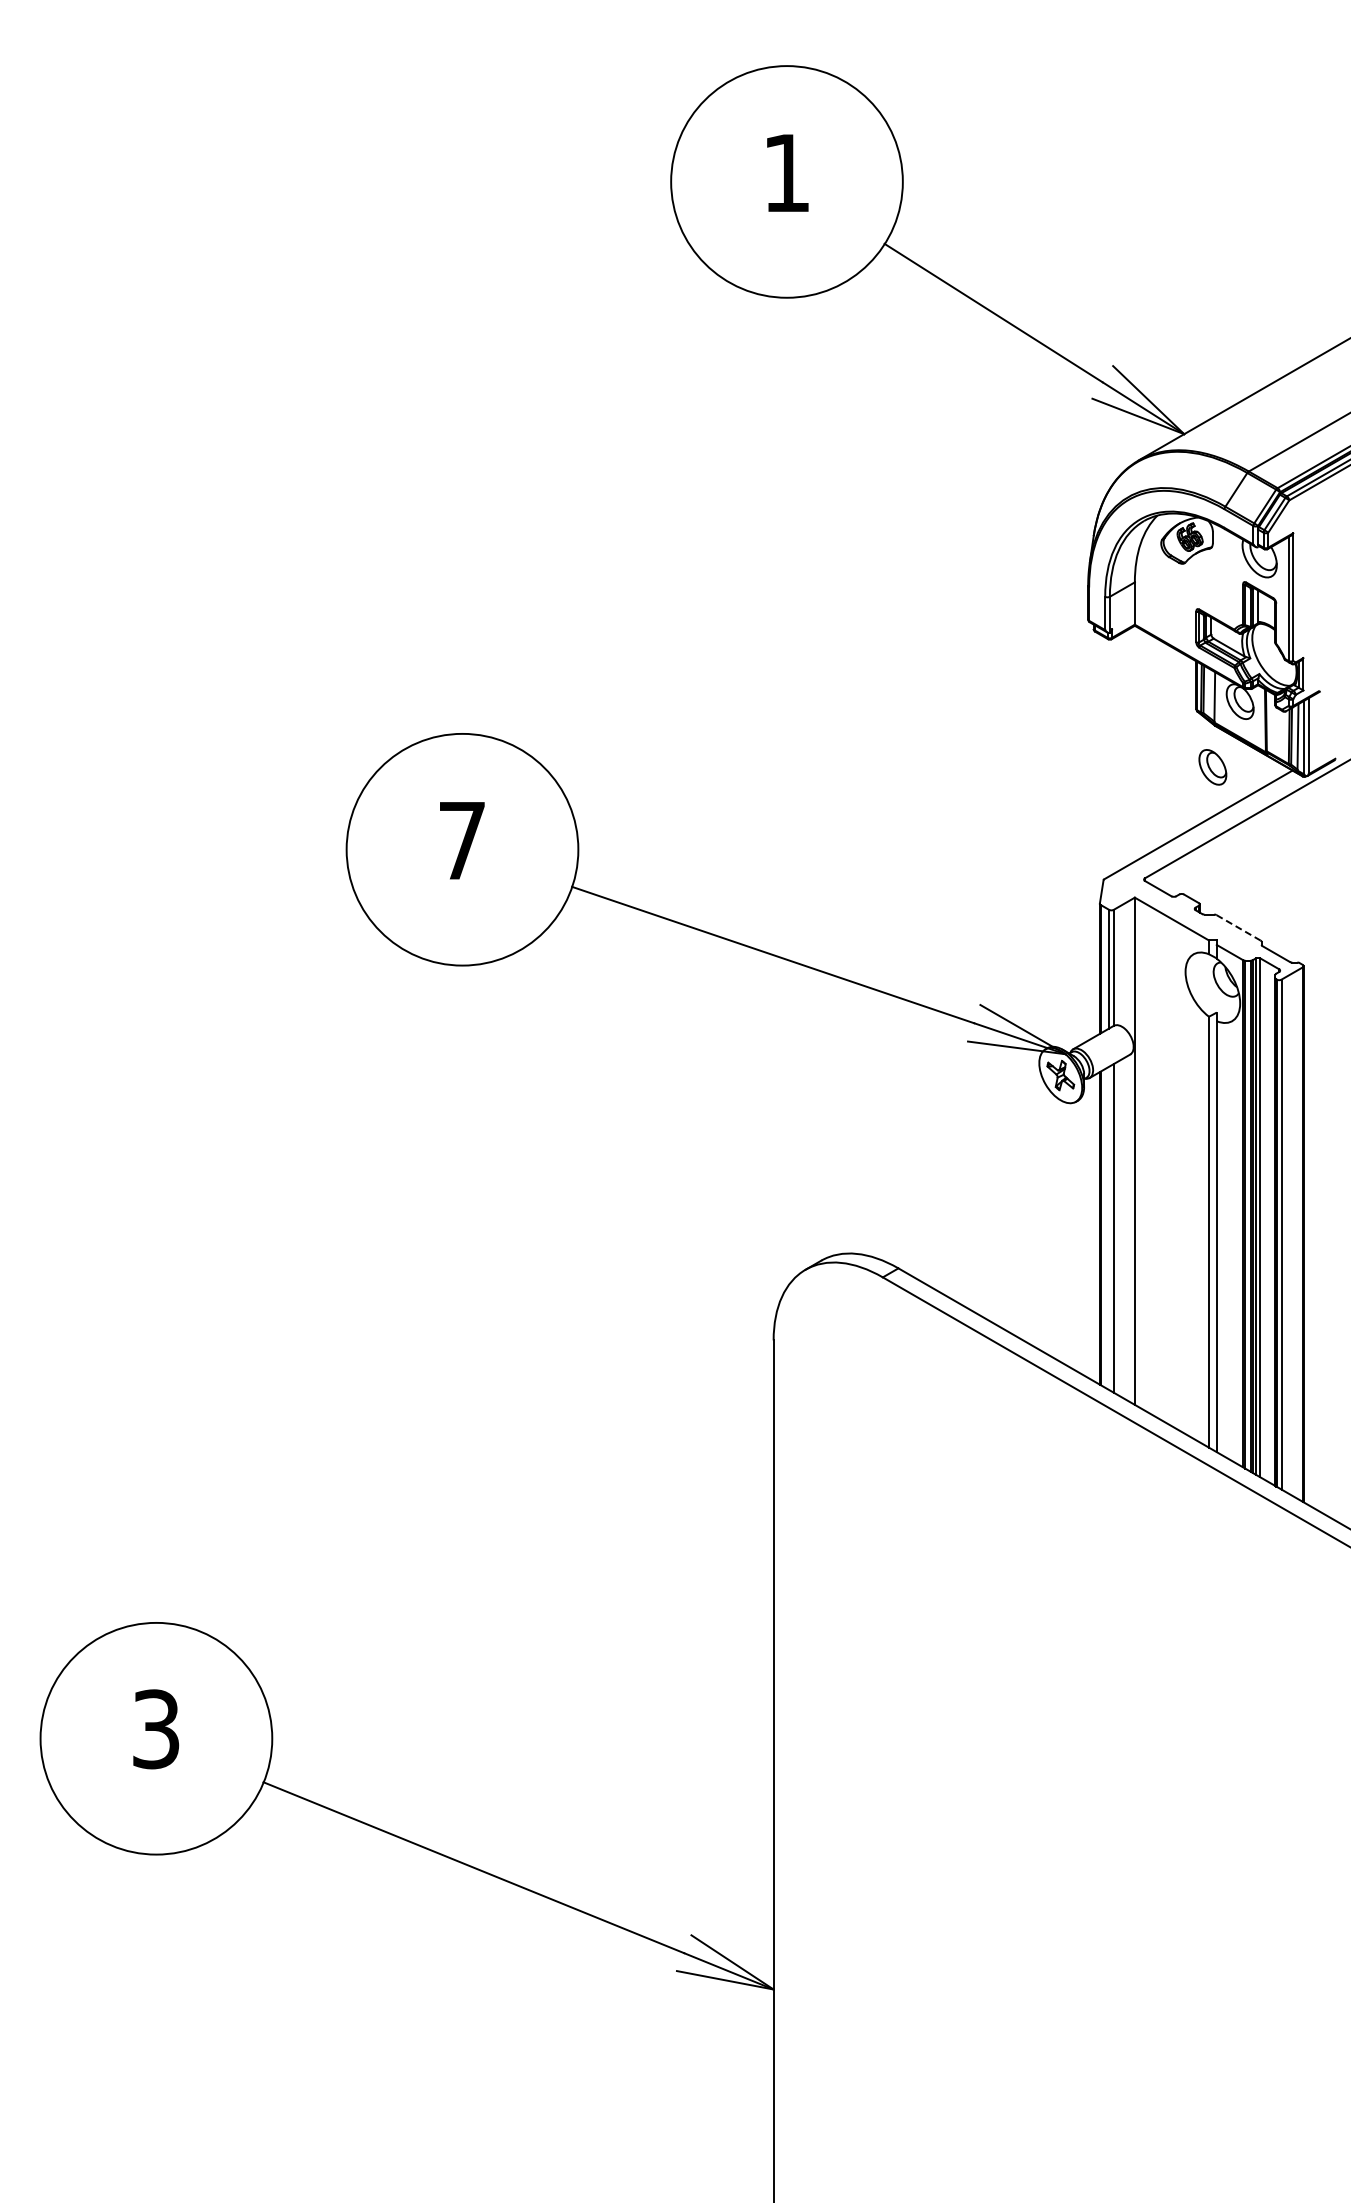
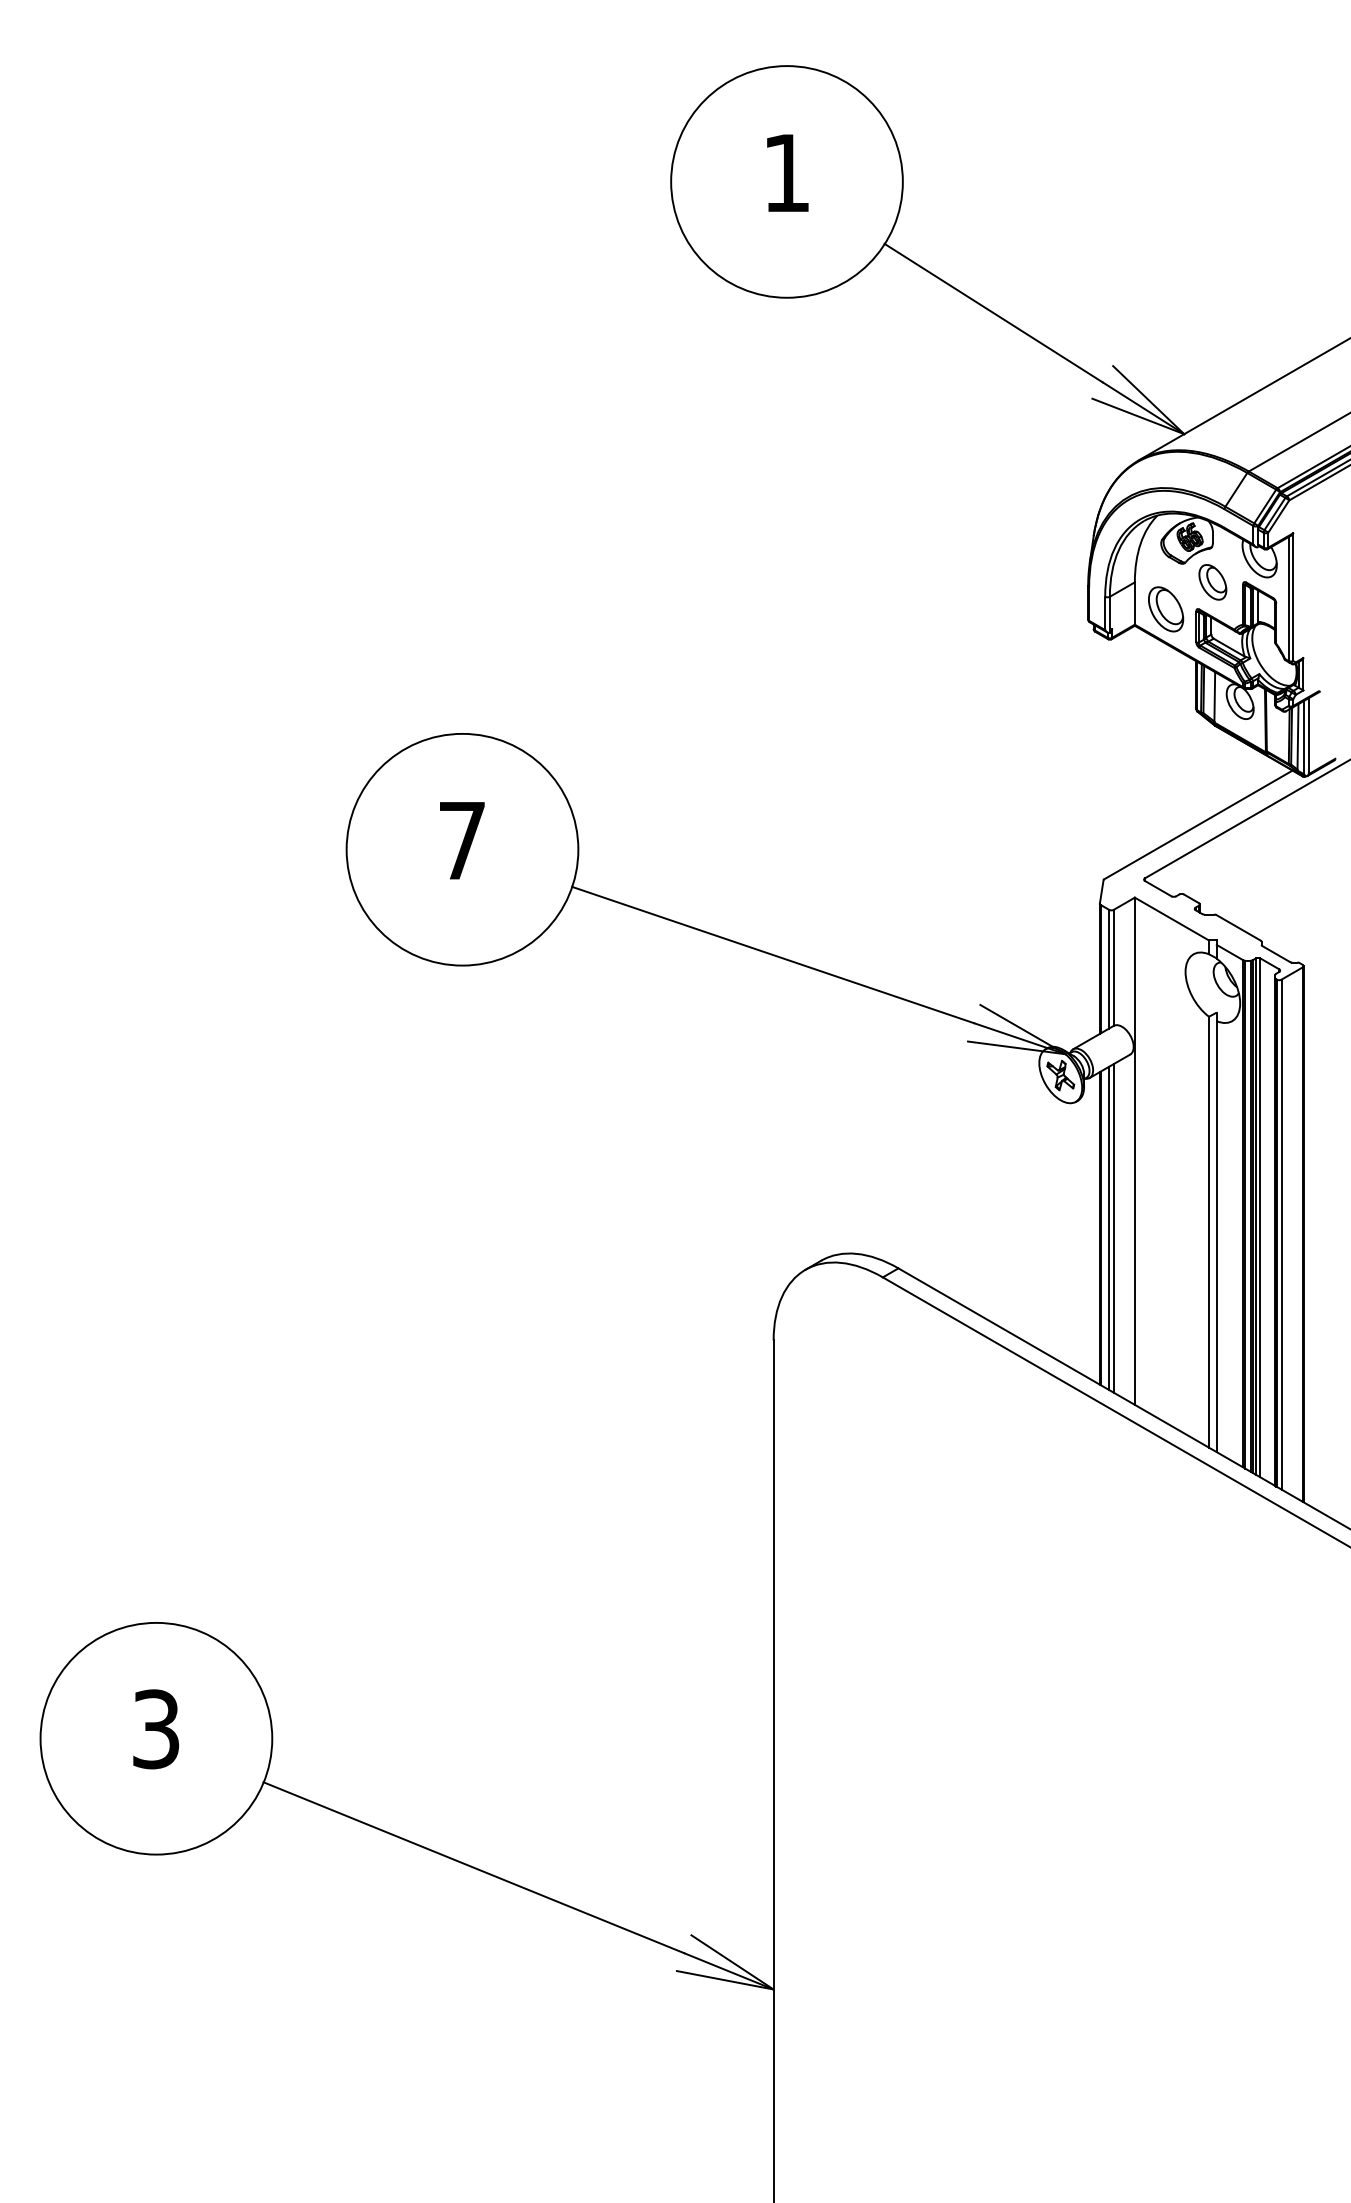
part at (1166, 609): none -> present
part at (1212, 767) position: (1212, 767) -> (1212, 582)
line at (1239, 928): dashed -> solid
line at (1109, 1228): none -> present
